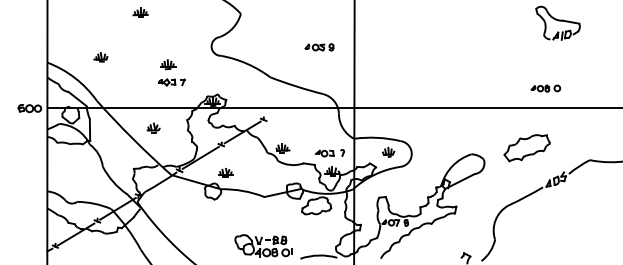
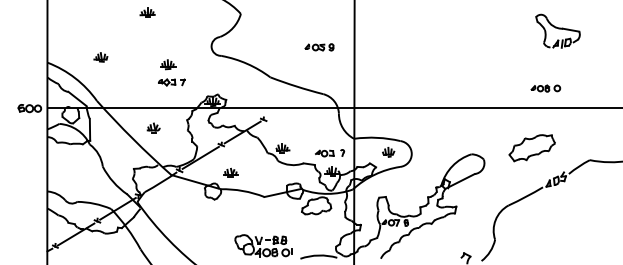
part at (140, 12) position: (140, 12) -> (147, 12)
part at (557, 22) position: (557, 22) -> (557, 30)
part at (526, 148) position: (526, 148) -> (531, 148)
part at (225, 172) position: (225, 172) -> (230, 172)
